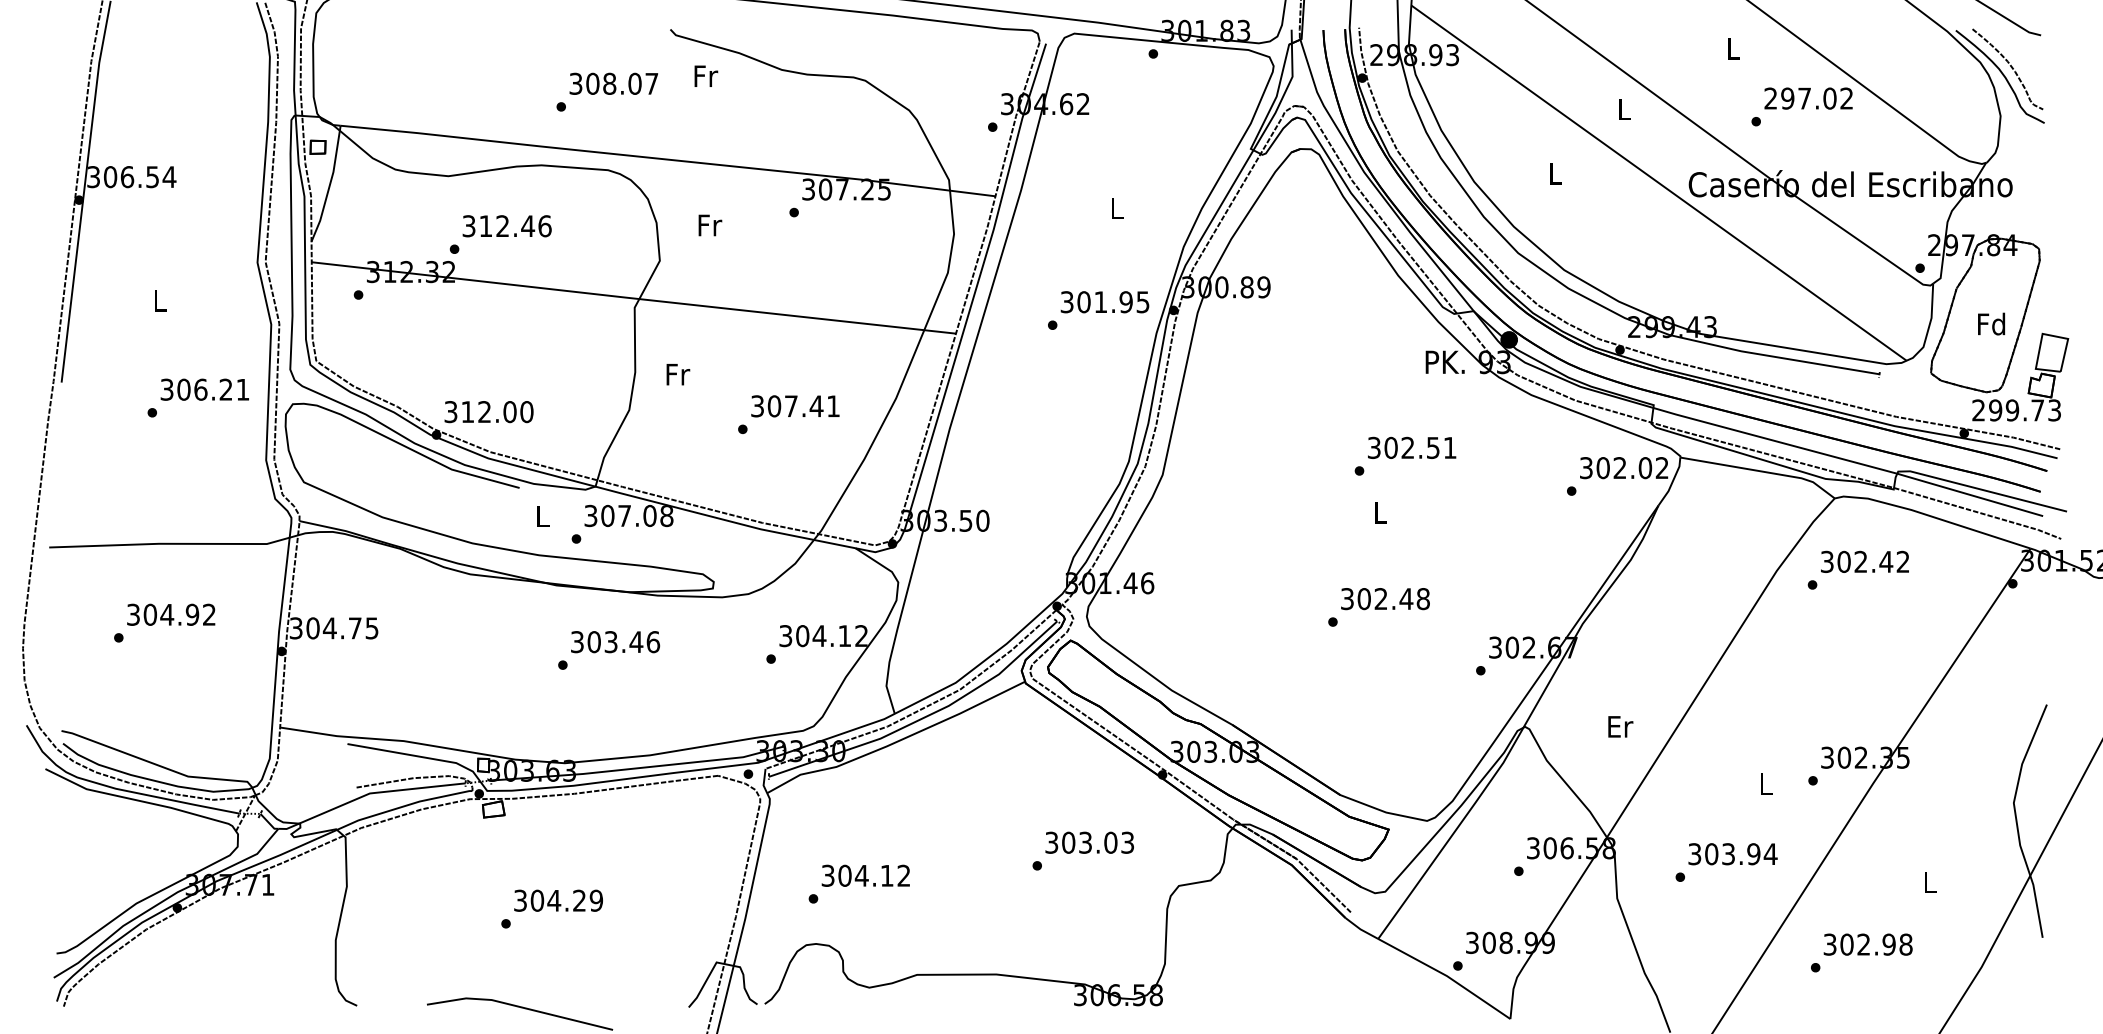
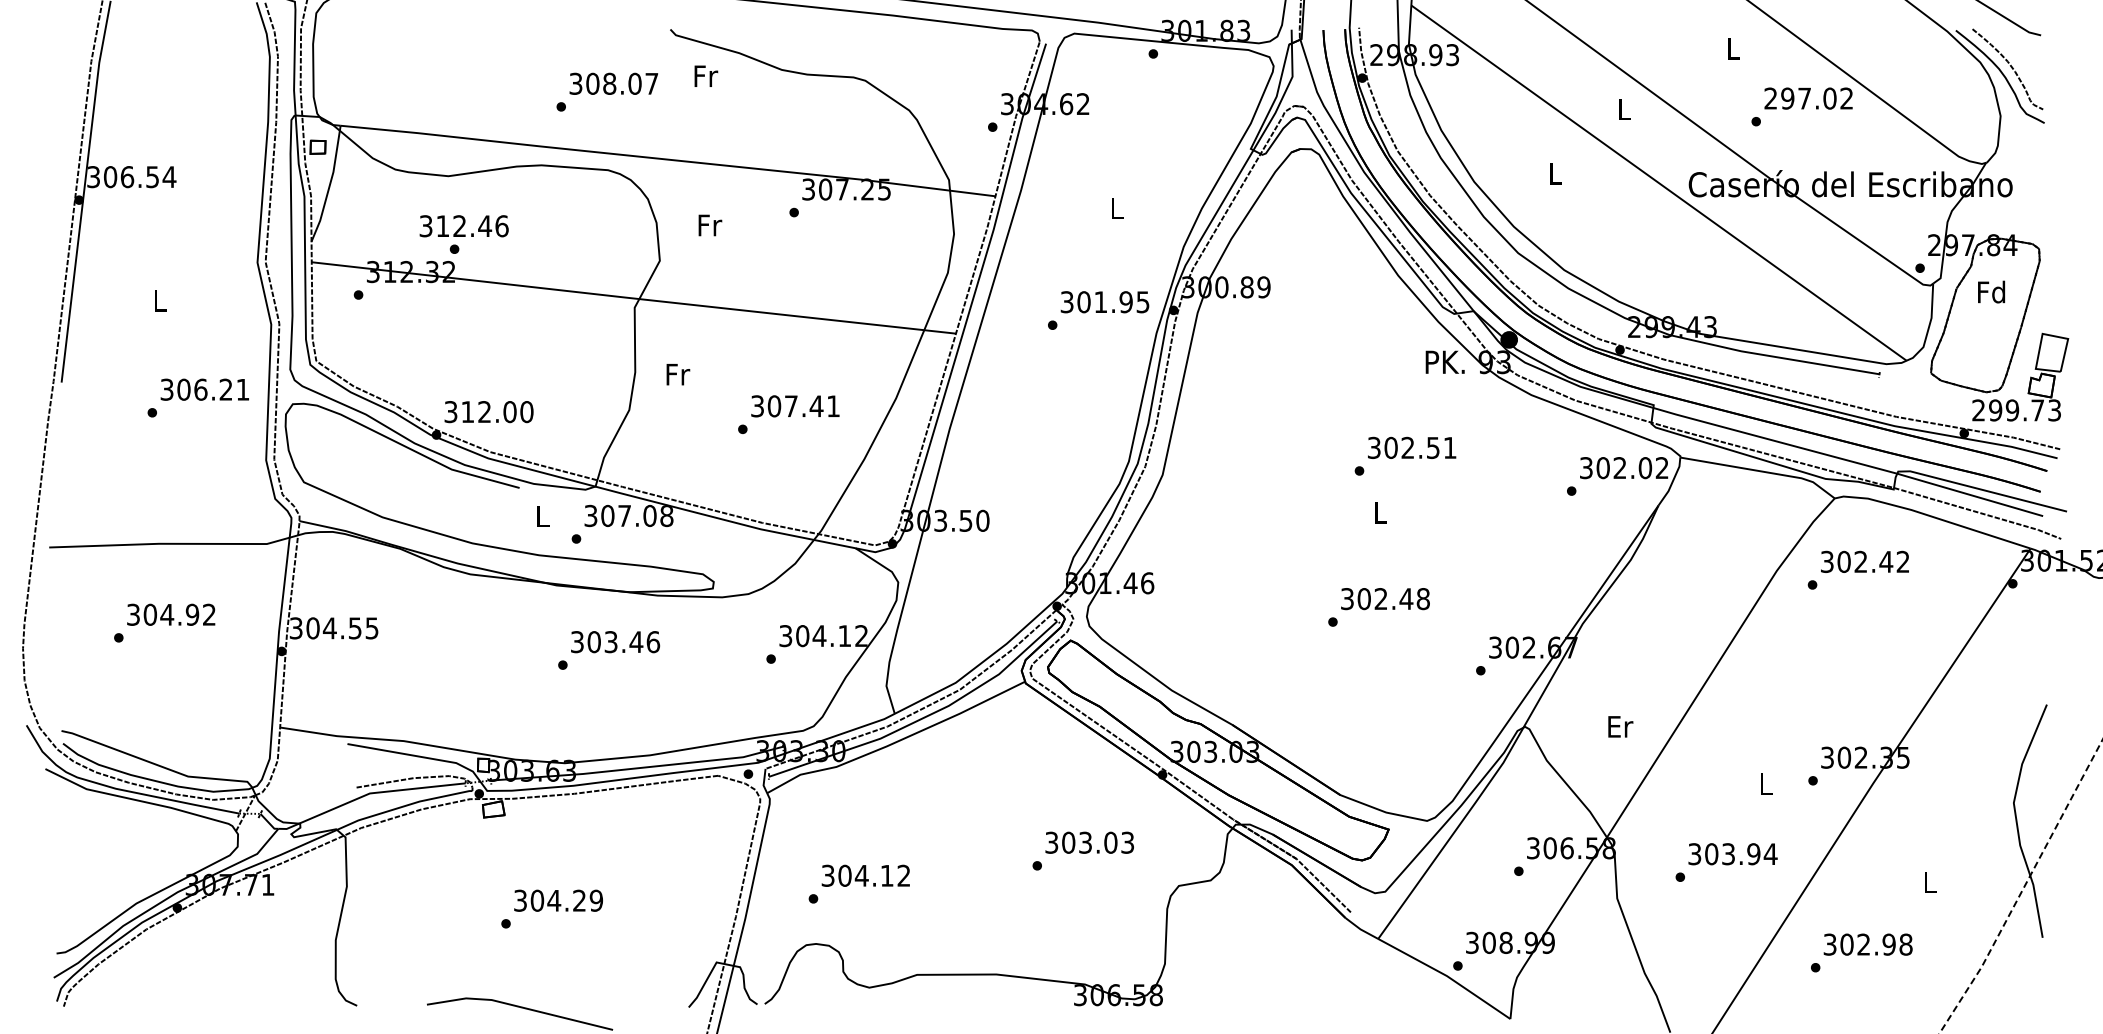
text at (506, 226) position: (506, 226) -> (463, 226)
text at (1991, 323) position: (1991, 323) -> (1991, 291)
text at (355, 628): 304.75 -> 304.55
line at (2023, 888): solid -> dashed
